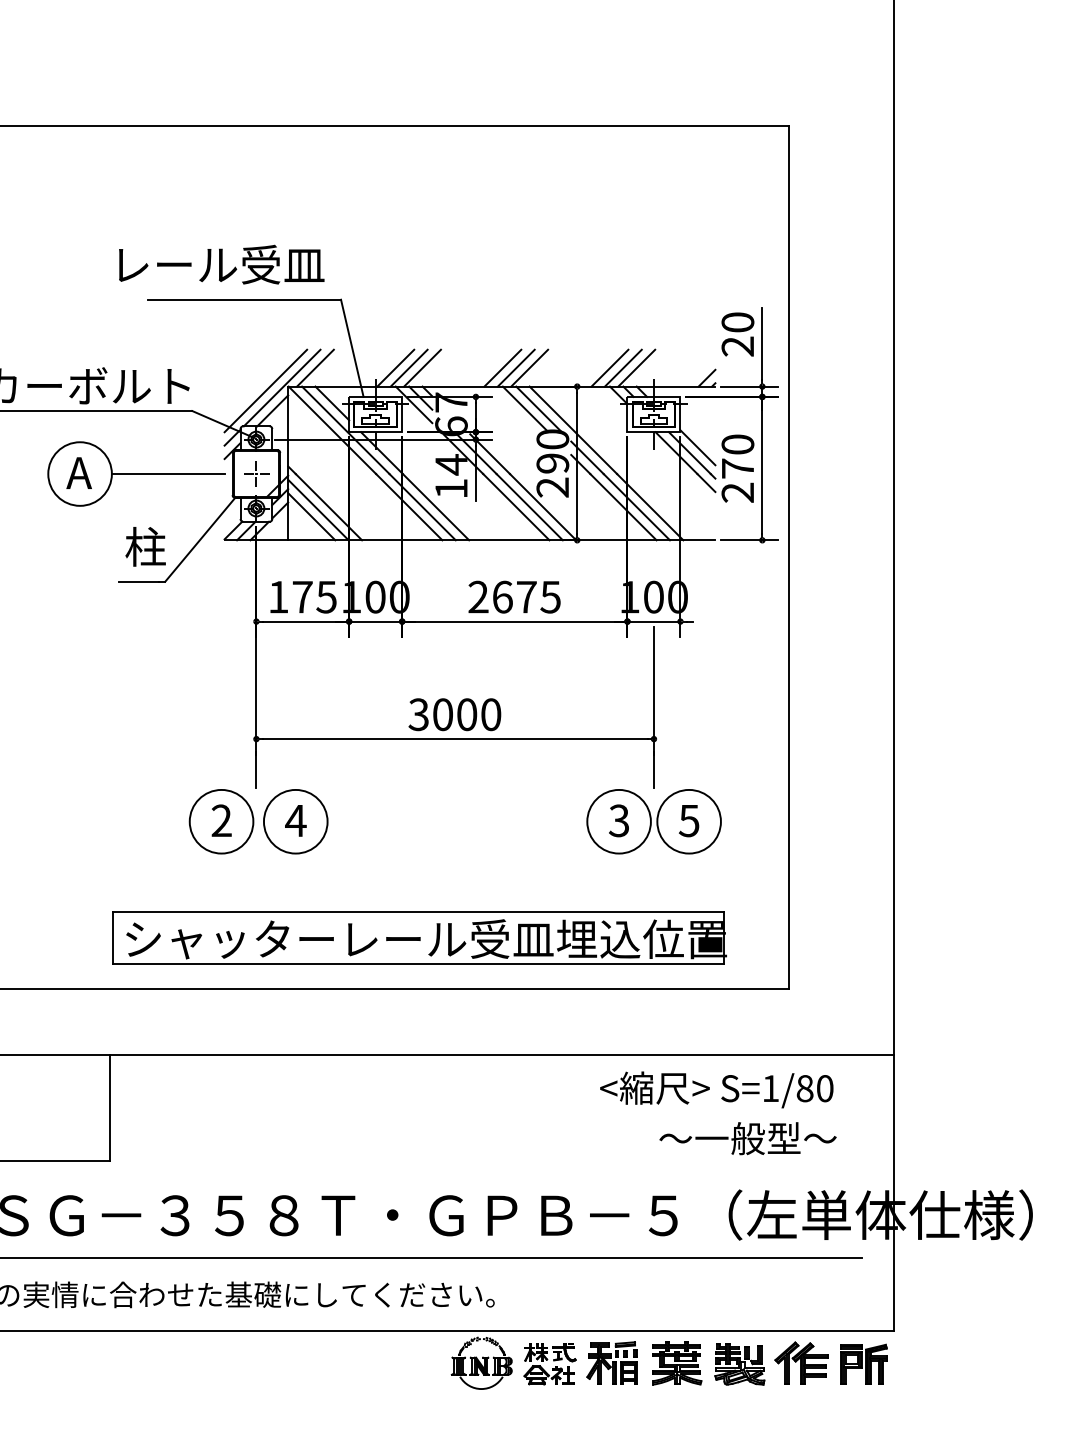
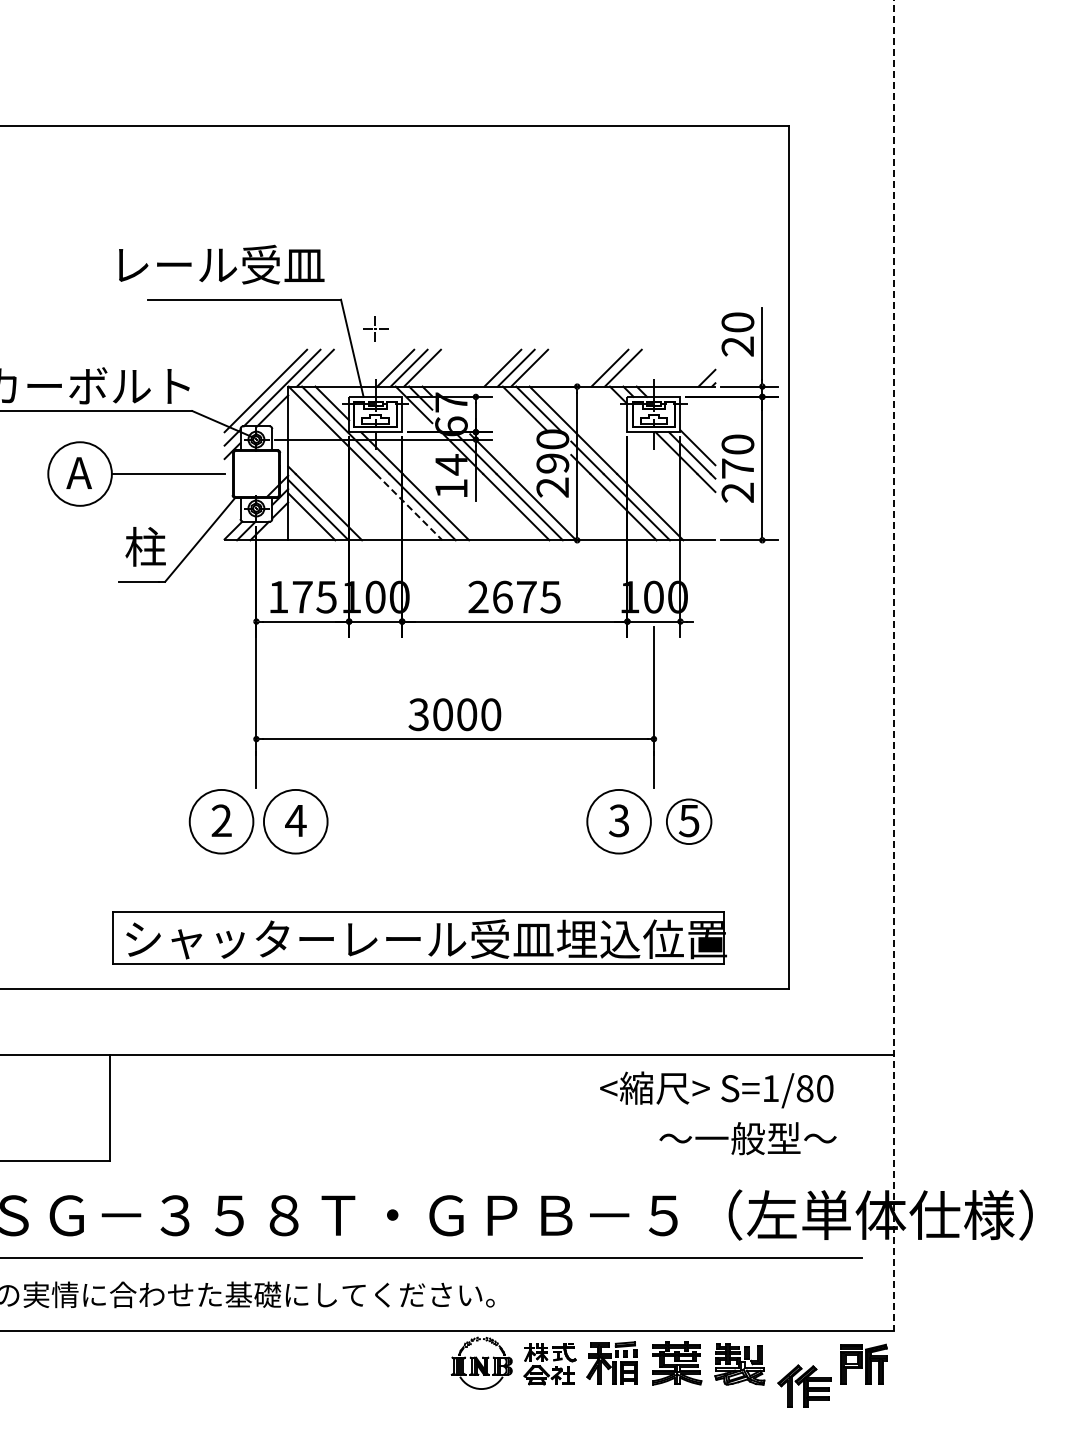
line at (636, 367): present -> none
part at (256, 473) position: (256, 473) -> (375, 328)
line at (409, 507): solid -> dashed
line at (893, 666): solid -> dashed
circle at (688, 821) diameter: 64 px -> 45 px
part at (801, 1362) position: (801, 1362) -> (804, 1385)
